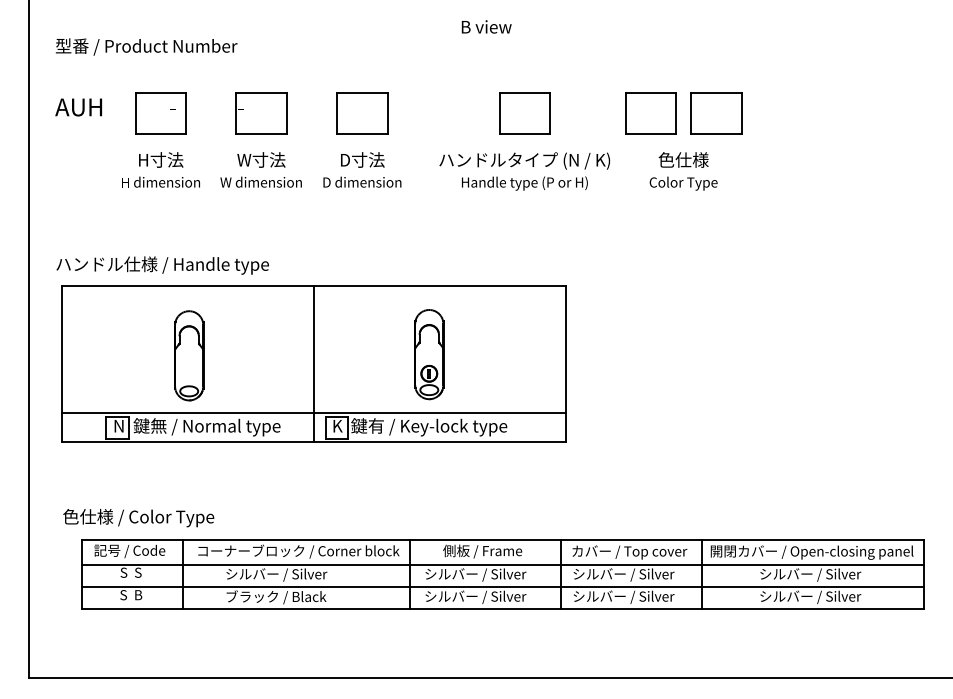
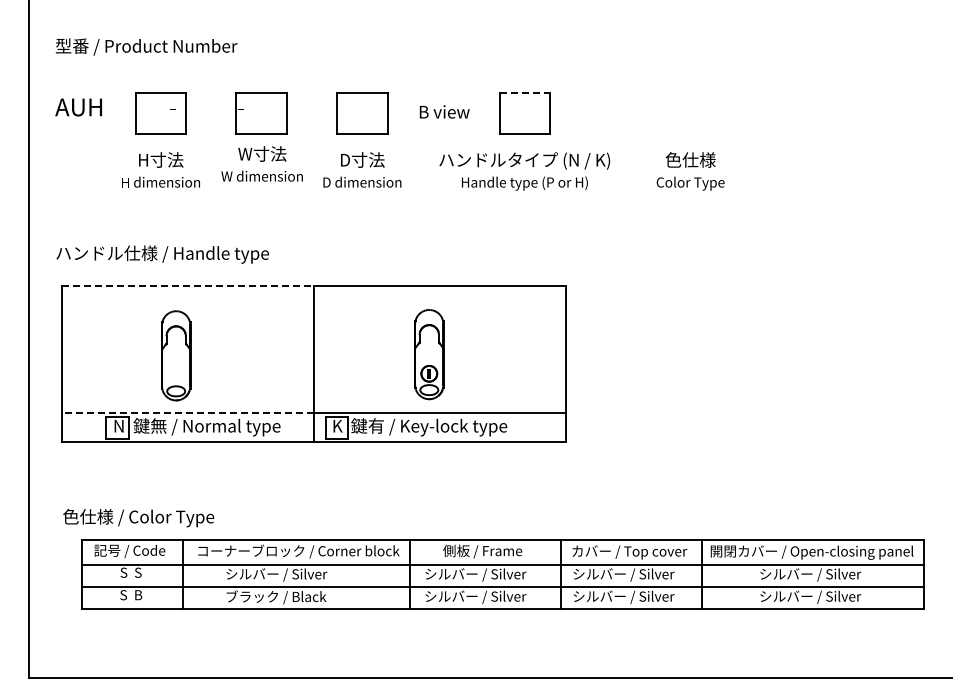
text at (486, 26) position: (486, 26) -> (444, 111)
line at (525, 93): solid -> dashed
part at (650, 113): present -> none
part at (716, 113): present -> none
text at (260, 169) position: (260, 169) -> (261, 163)
text at (683, 171) position: (683, 171) -> (690, 171)
text at (162, 265) position: (162, 265) -> (162, 254)
line at (188, 286): solid -> dashed
part at (189, 355) position: (189, 355) -> (176, 355)
line at (187, 413): solid -> dashed
